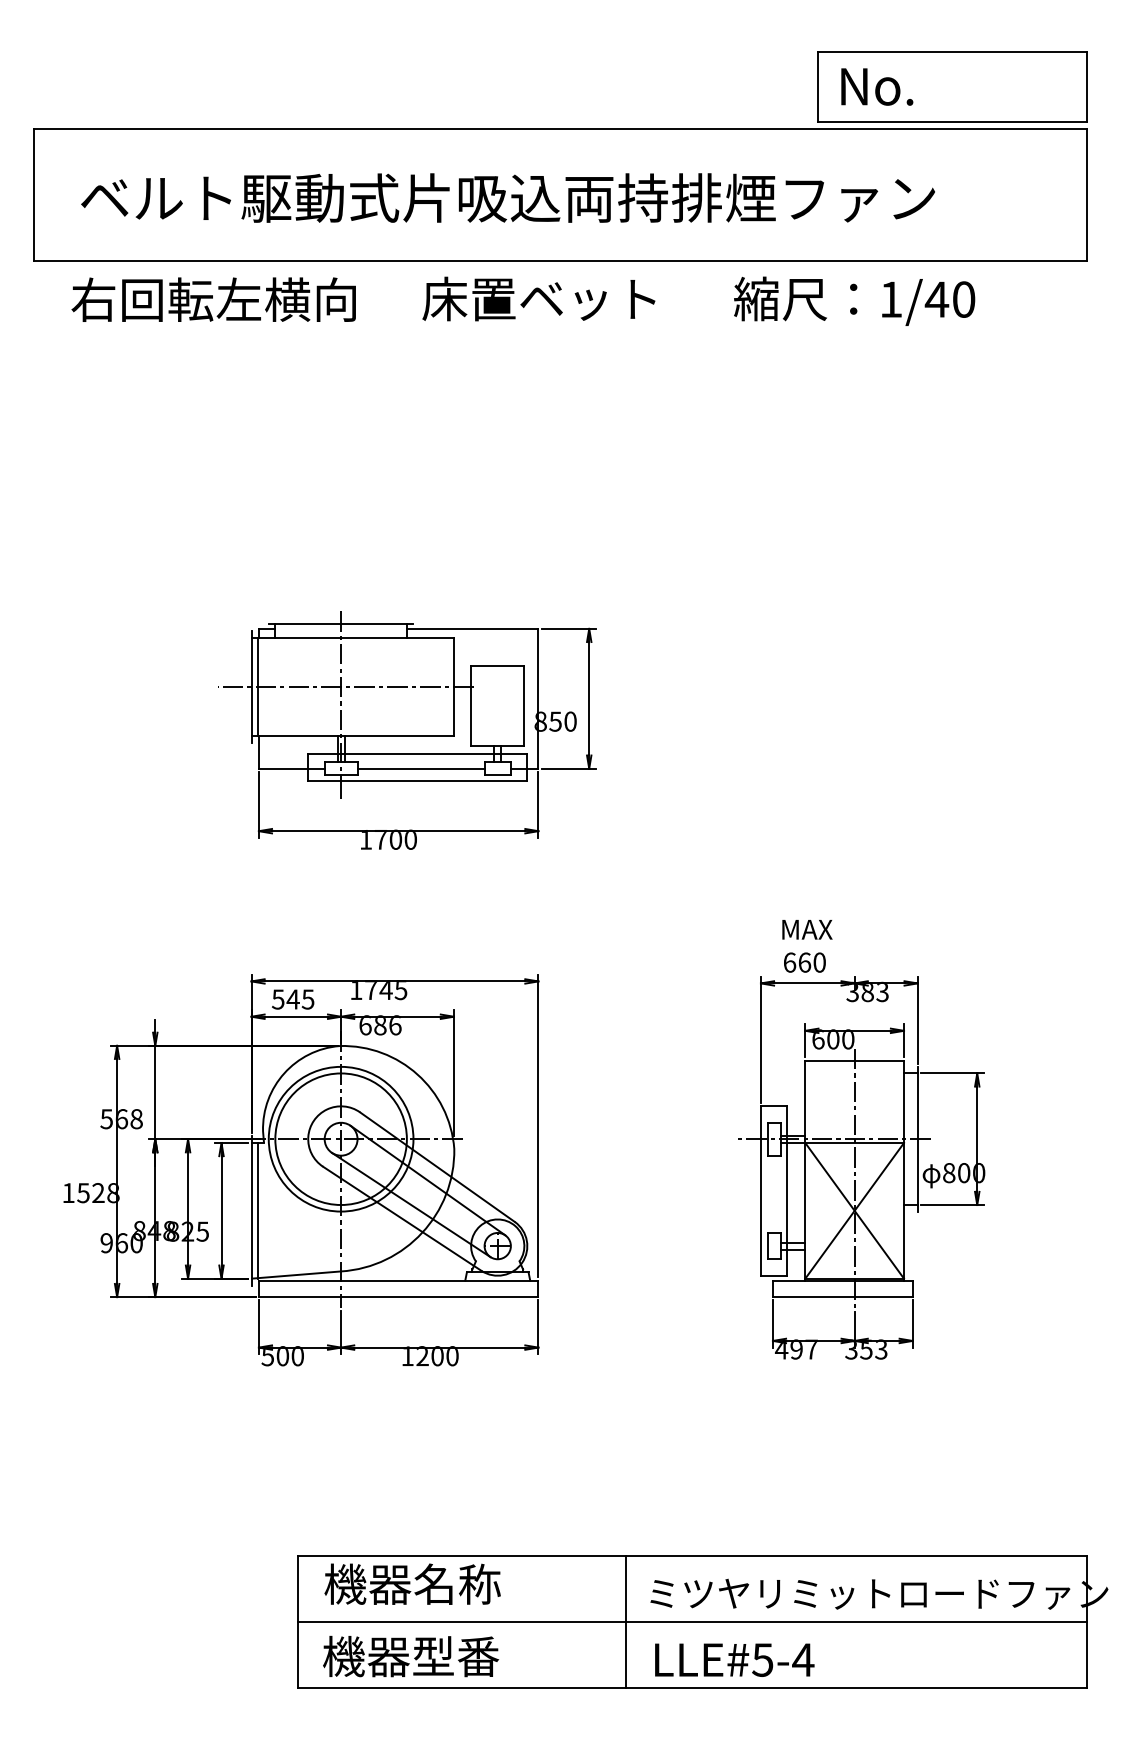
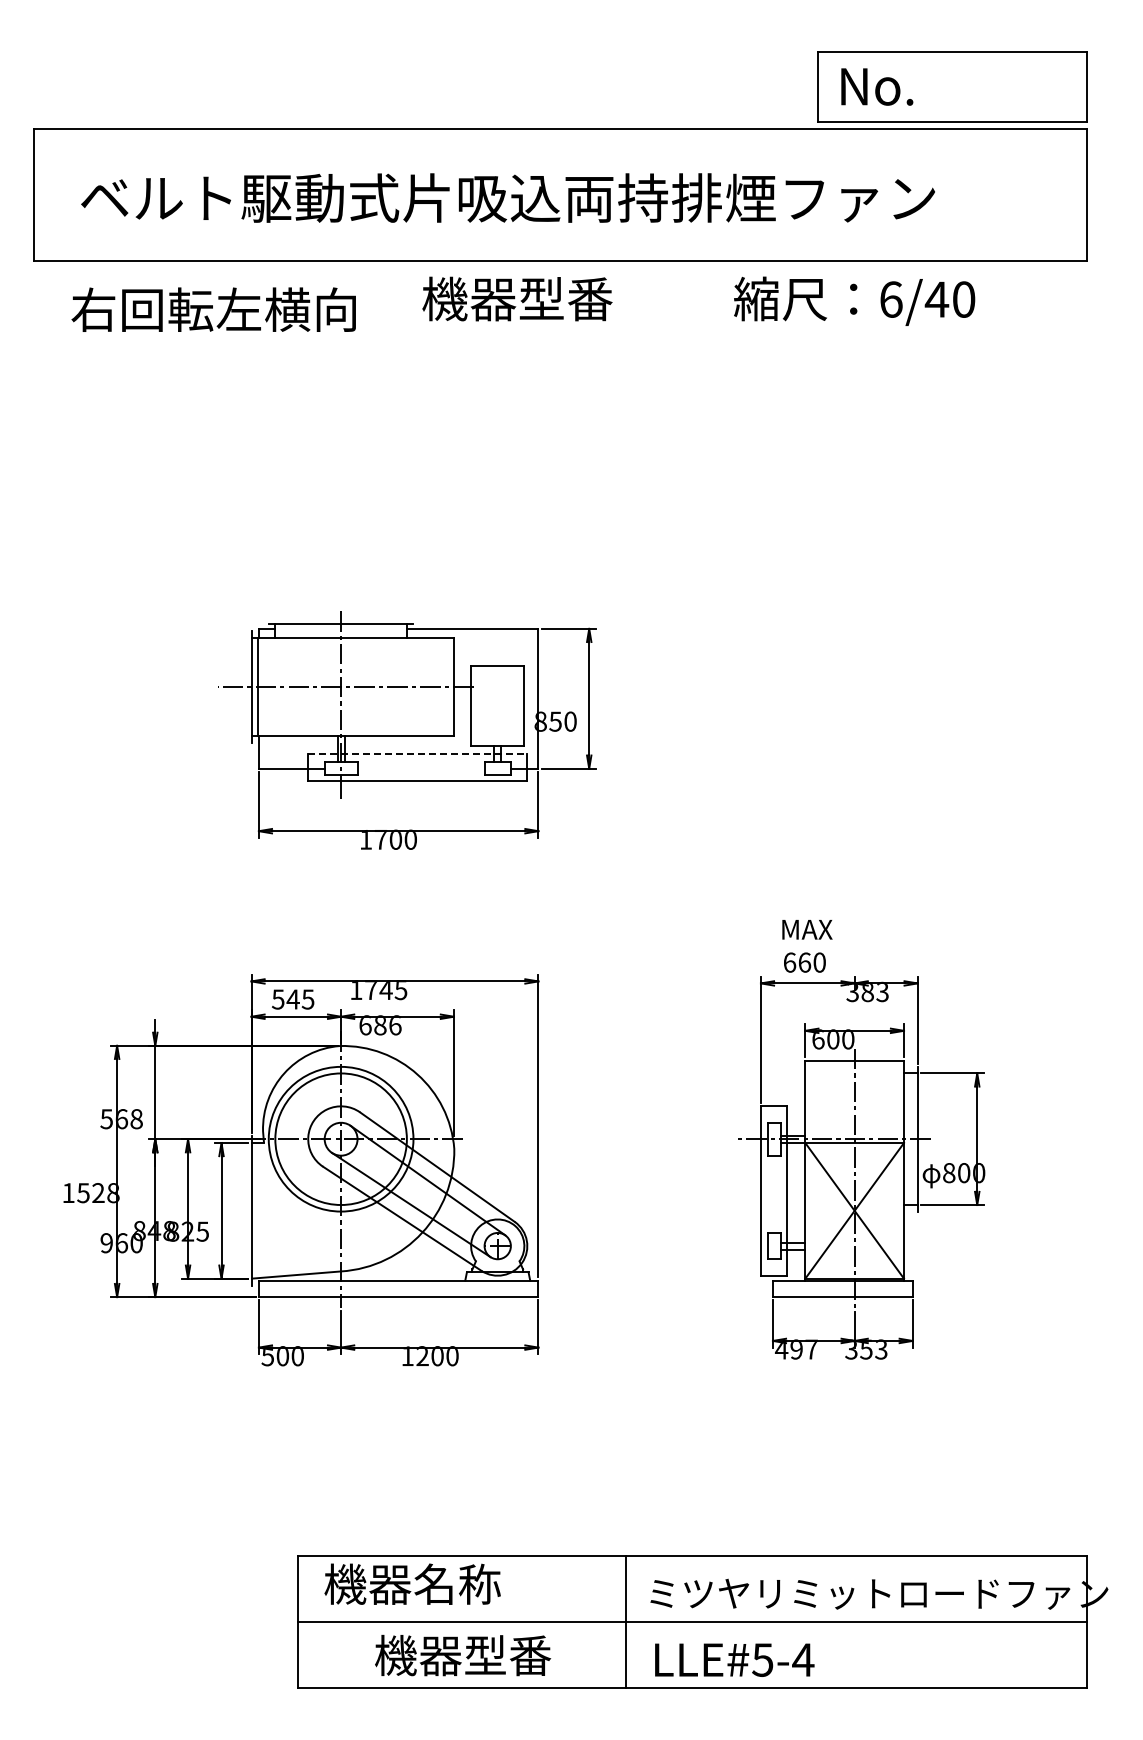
text at (538, 298): 床置ベット -> 機器型番
text at (213, 299) position: (213, 299) -> (213, 309)
text at (891, 299): 1/40 -> 6/40
line at (417, 754): solid -> dashed
line at (420, 768): present -> none
line at (258, 1210): present -> none
text at (411, 1656) position: (411, 1656) -> (463, 1655)
